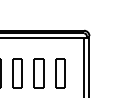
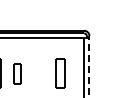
line at (89, 67): solid -> dashed
part at (17, 73) size: 11x31 px -> 9x22 px
part at (38, 73): present -> none
